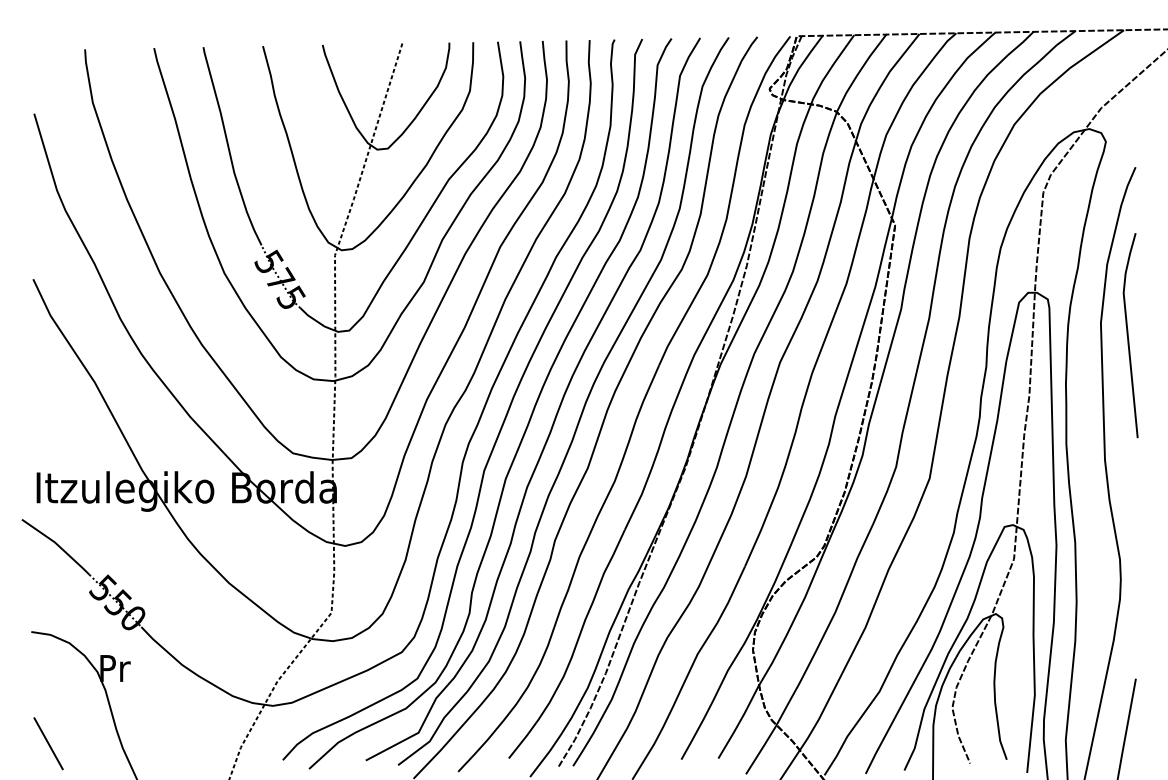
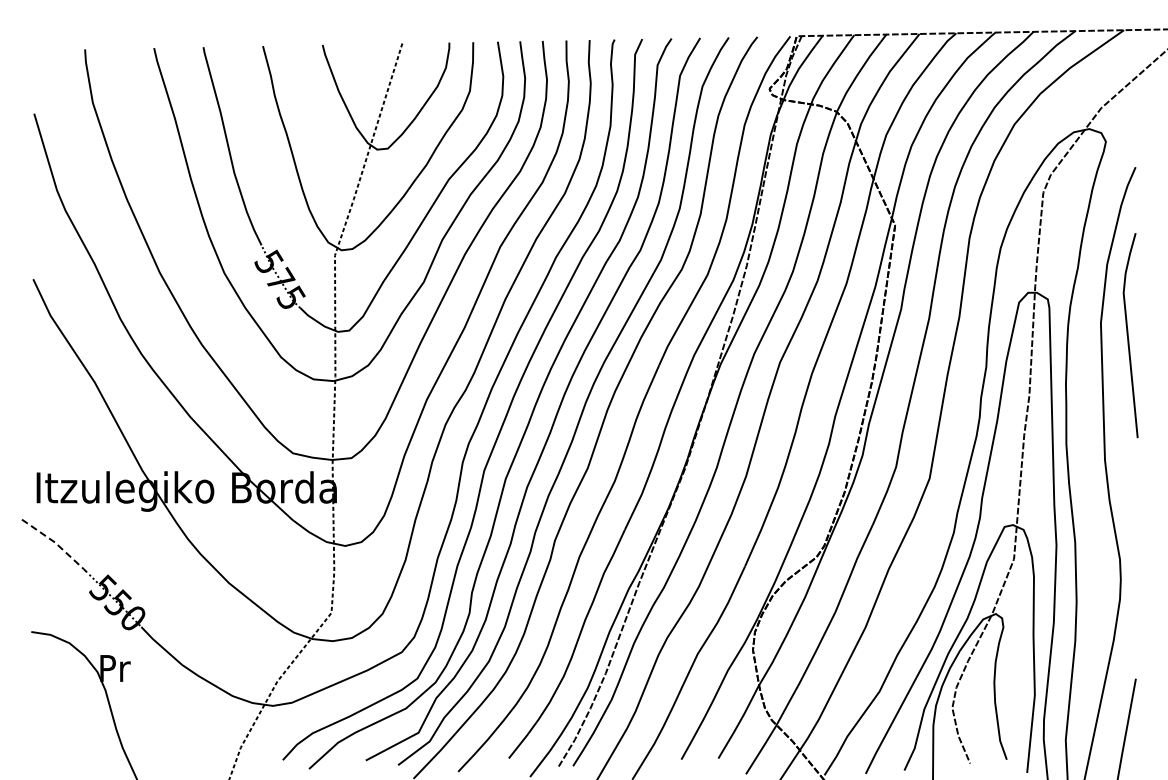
line at (57, 545): solid -> dashed
line at (48, 743): present -> none
